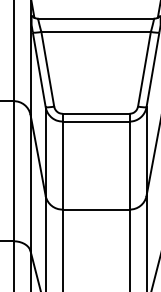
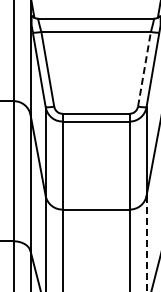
line at (144, 69): solid -> dashed
line at (146, 243): solid -> dashed
